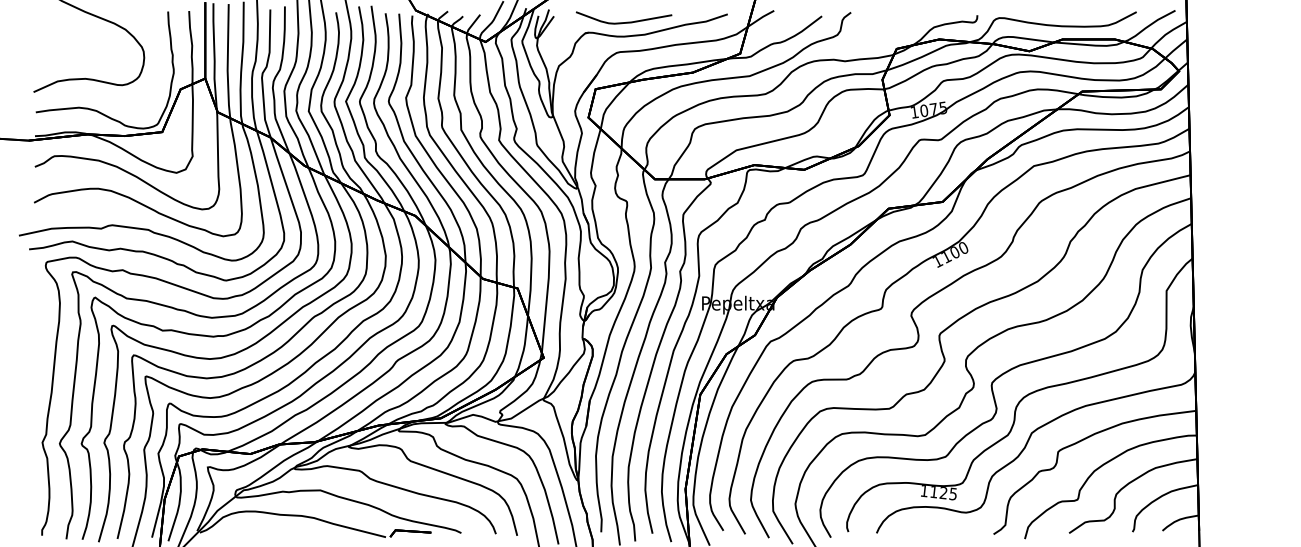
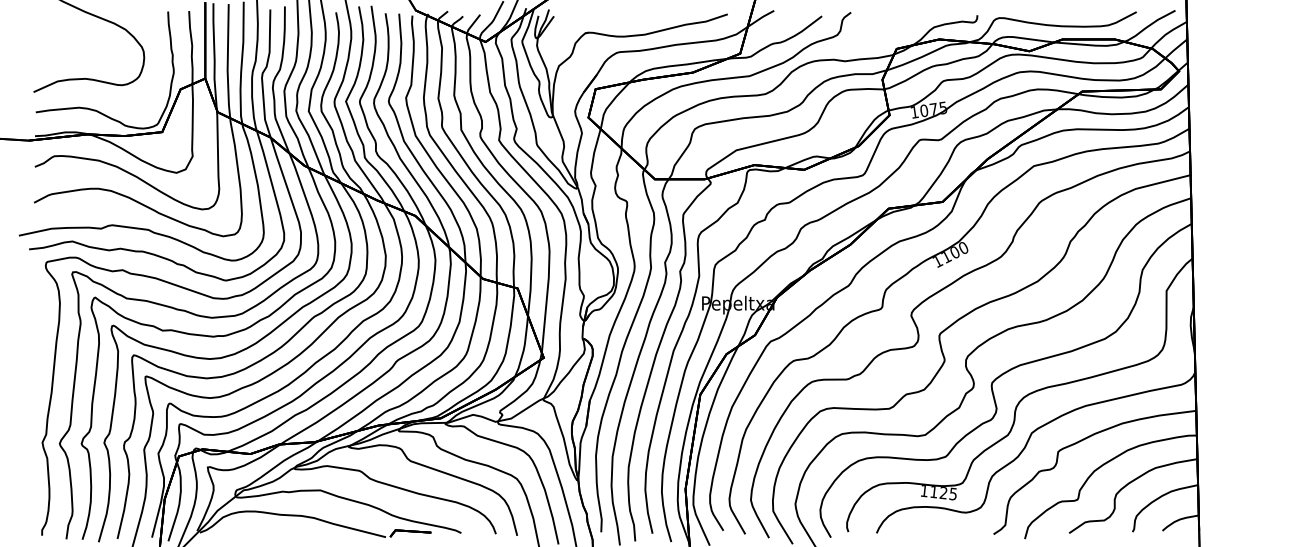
curve at (626, 21): present -> none
